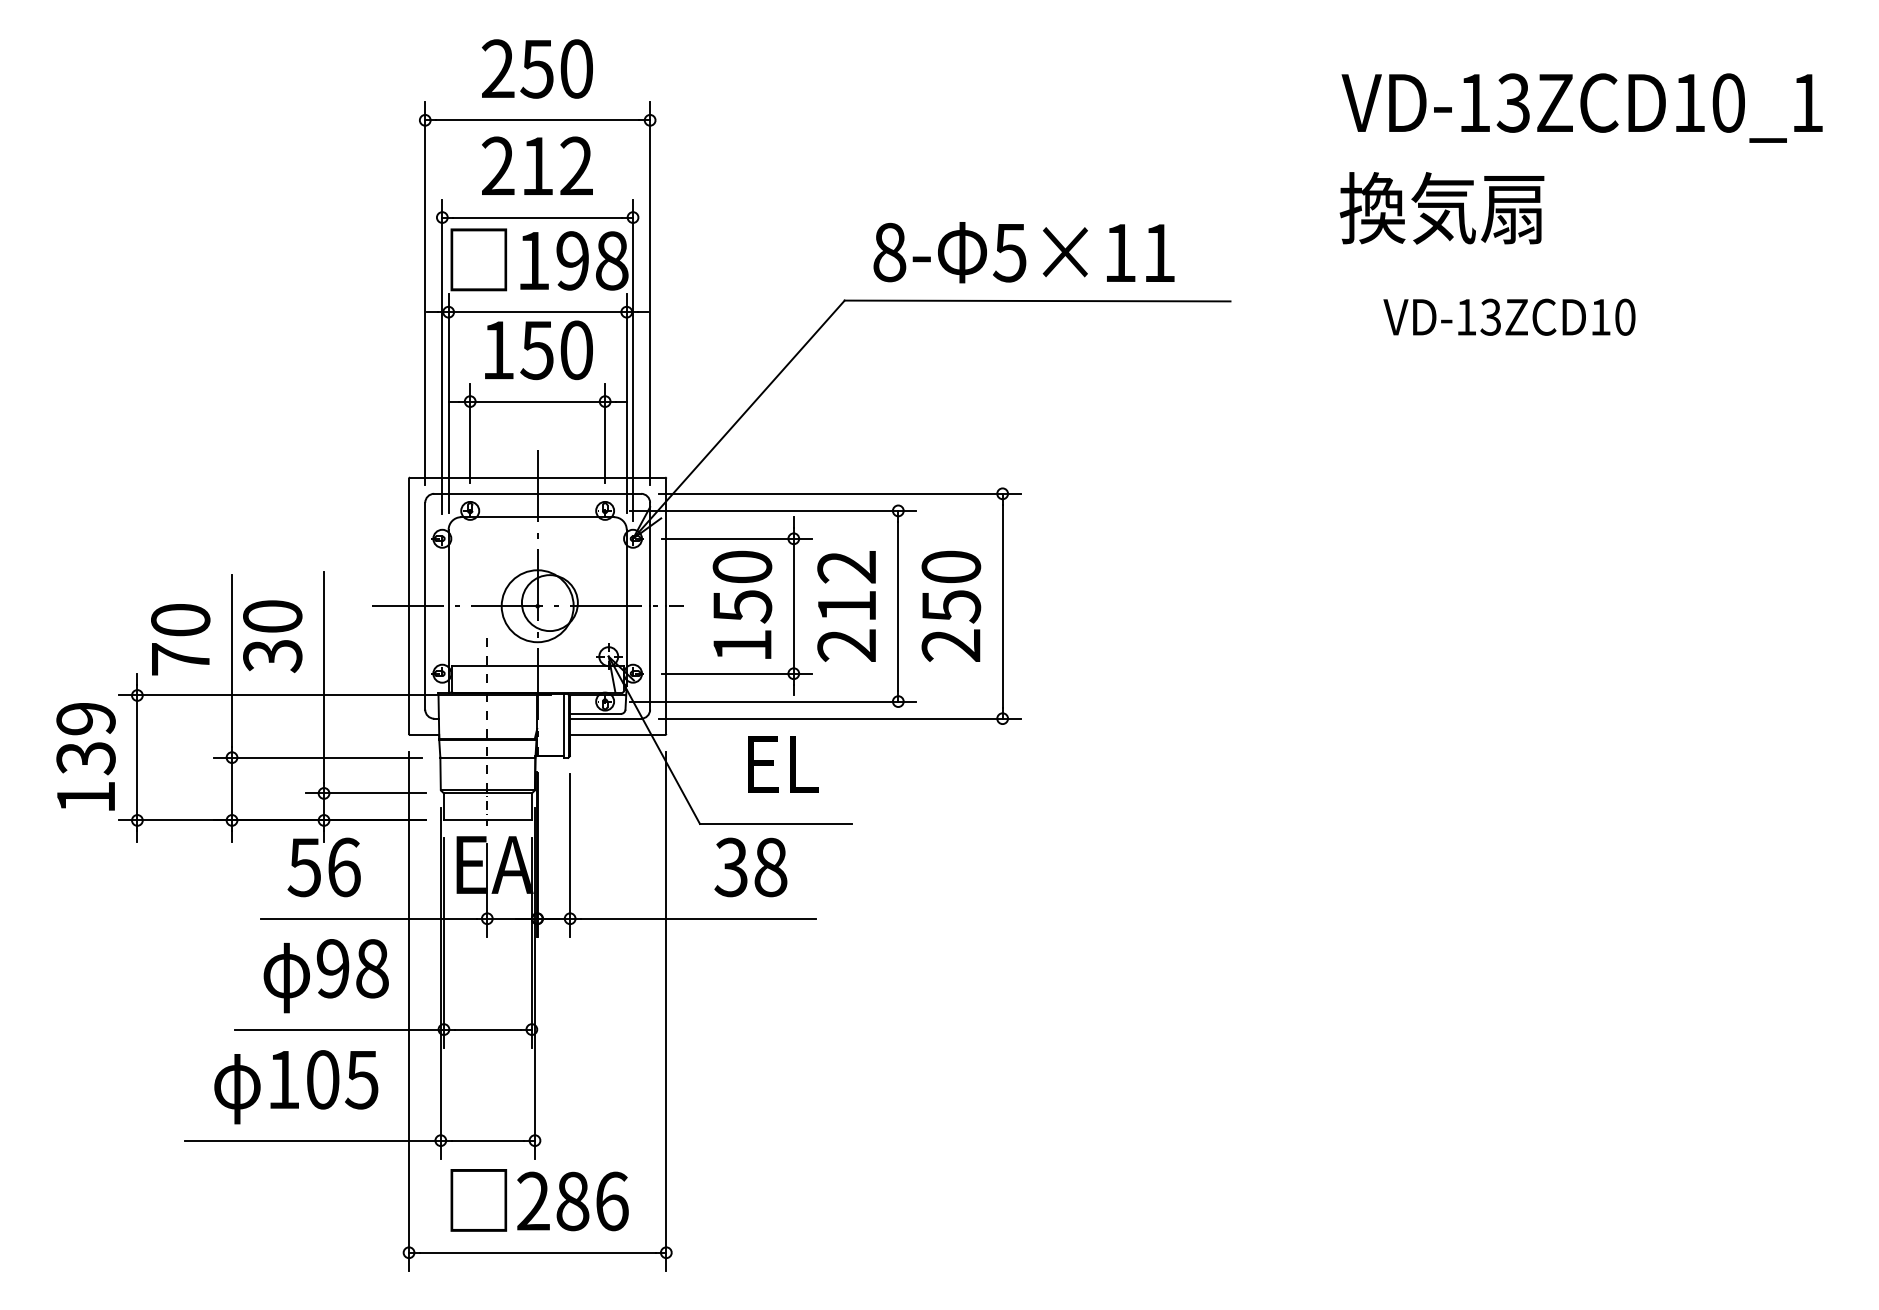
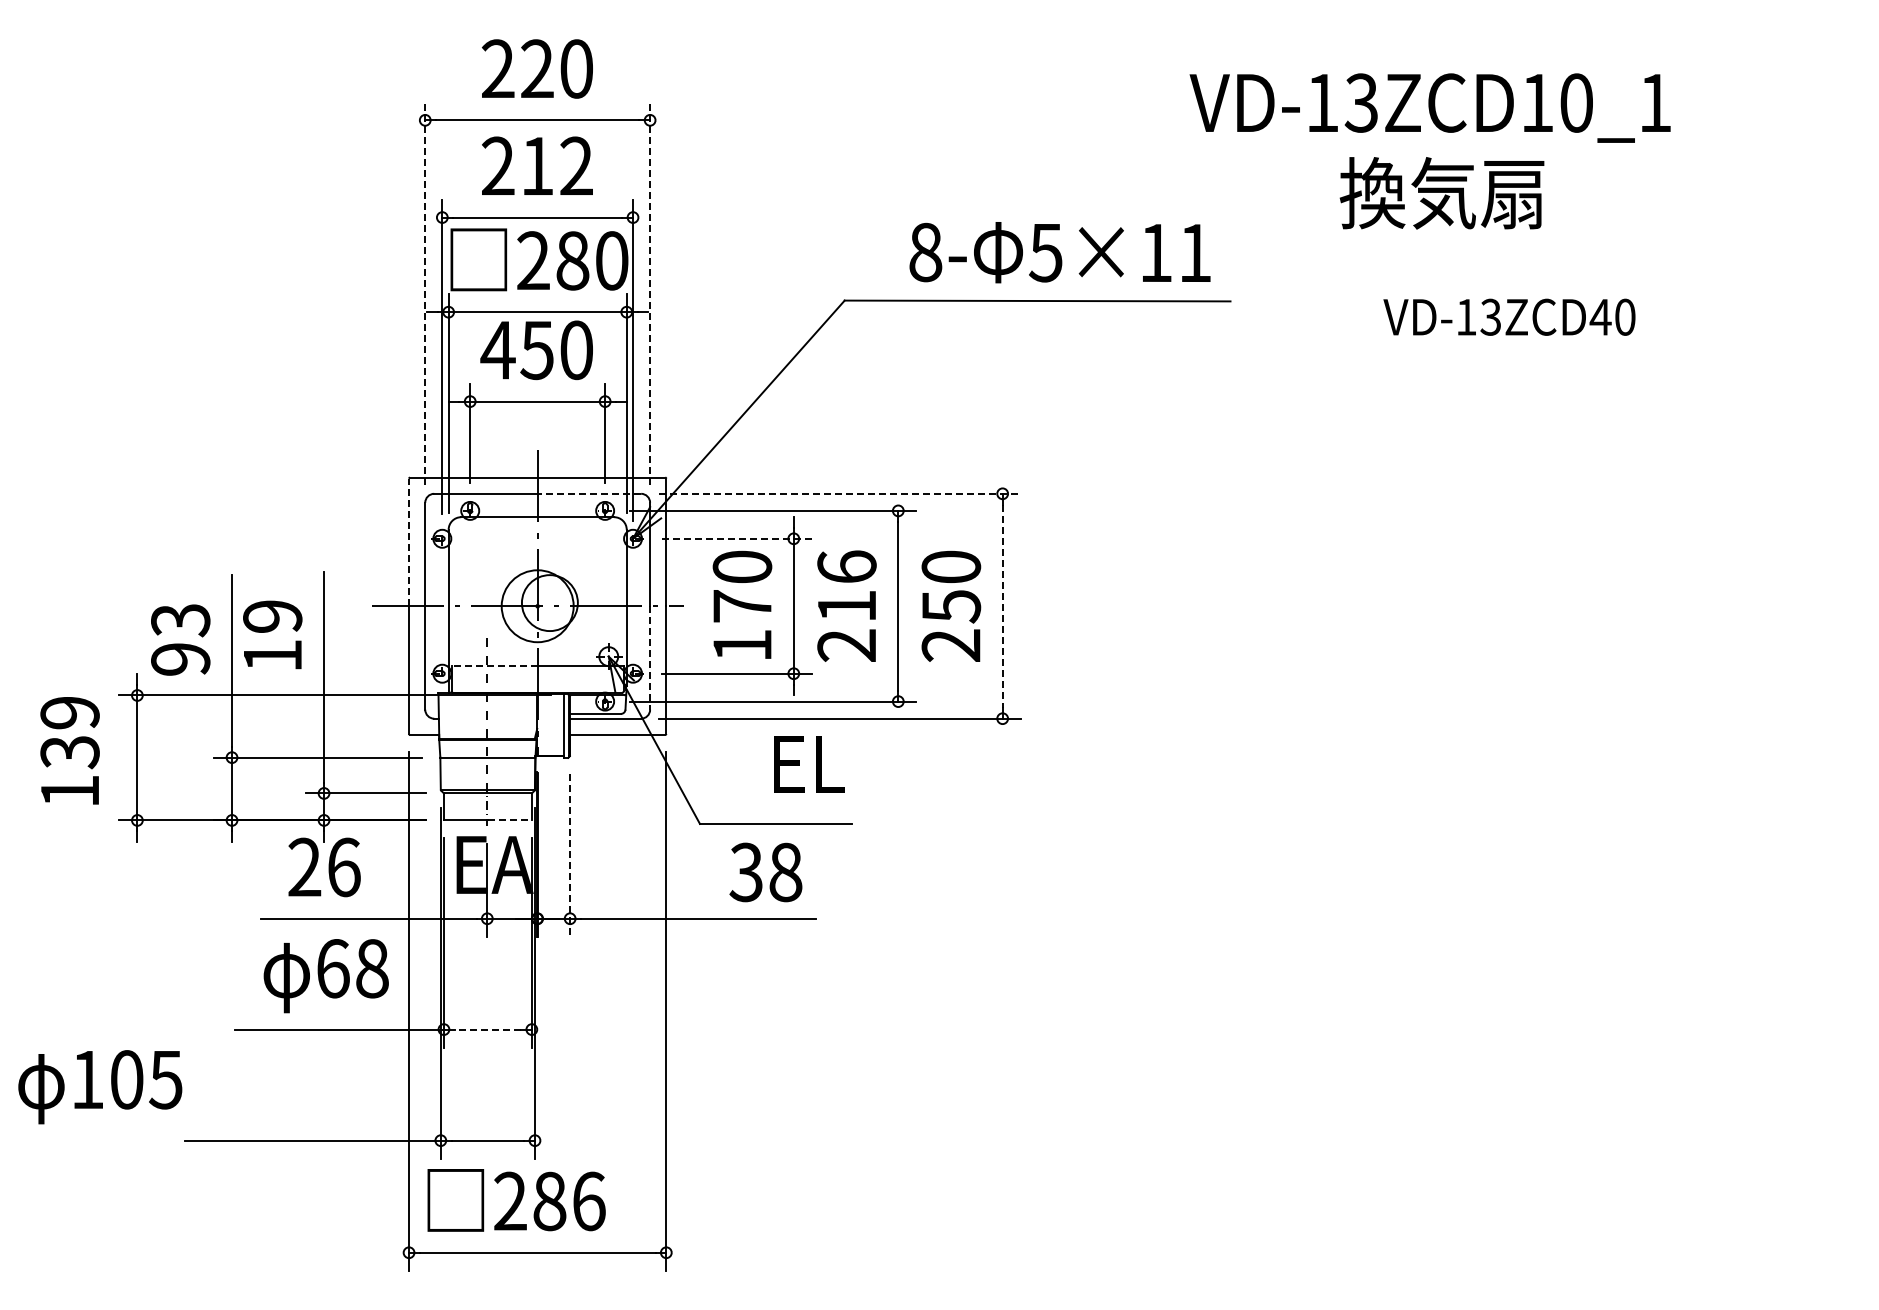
text at (536, 68): 250 -> 220
text at (1581, 107) position: (1581, 107) -> (1429, 107)
text at (1441, 208) position: (1441, 208) -> (1441, 193)
text at (1023, 252) position: (1023, 252) -> (1059, 252)
text at (572, 260): 198 -> 280
line at (425, 293): solid -> dashed
line at (650, 293): solid -> dashed
text at (1600, 317): VD-13ZCD10 -> VD-13ZCD40
text at (497, 350): 150 -> 450
line at (589, 493): solid -> dashed
line at (839, 493): solid -> dashed
line at (737, 538): solid -> dashed
line at (409, 542): solid -> dashed
text at (846, 566): 212 -> 216
text at (742, 606): 150 -> 170
line at (1002, 606): solid -> dashed
text at (272, 636): 30 -> 19
text at (180, 639): 70 -> 93
line at (650, 657): solid -> dashed
line at (494, 665): solid -> dashed
text at (85, 756) position: (85, 756) -> (69, 750)
text at (783, 764) position: (783, 764) -> (809, 764)
line at (509, 820): solid -> dashed
line at (570, 855): solid -> dashed
text at (304, 867): 56 -> 26
text at (750, 867) position: (750, 867) -> (765, 872)
text at (332, 968): 98 -> 68
line at (487, 1029): solid -> dashed
text at (296, 1087) position: (296, 1087) -> (100, 1087)
text at (539, 1200) position: (539, 1200) -> (516, 1200)
